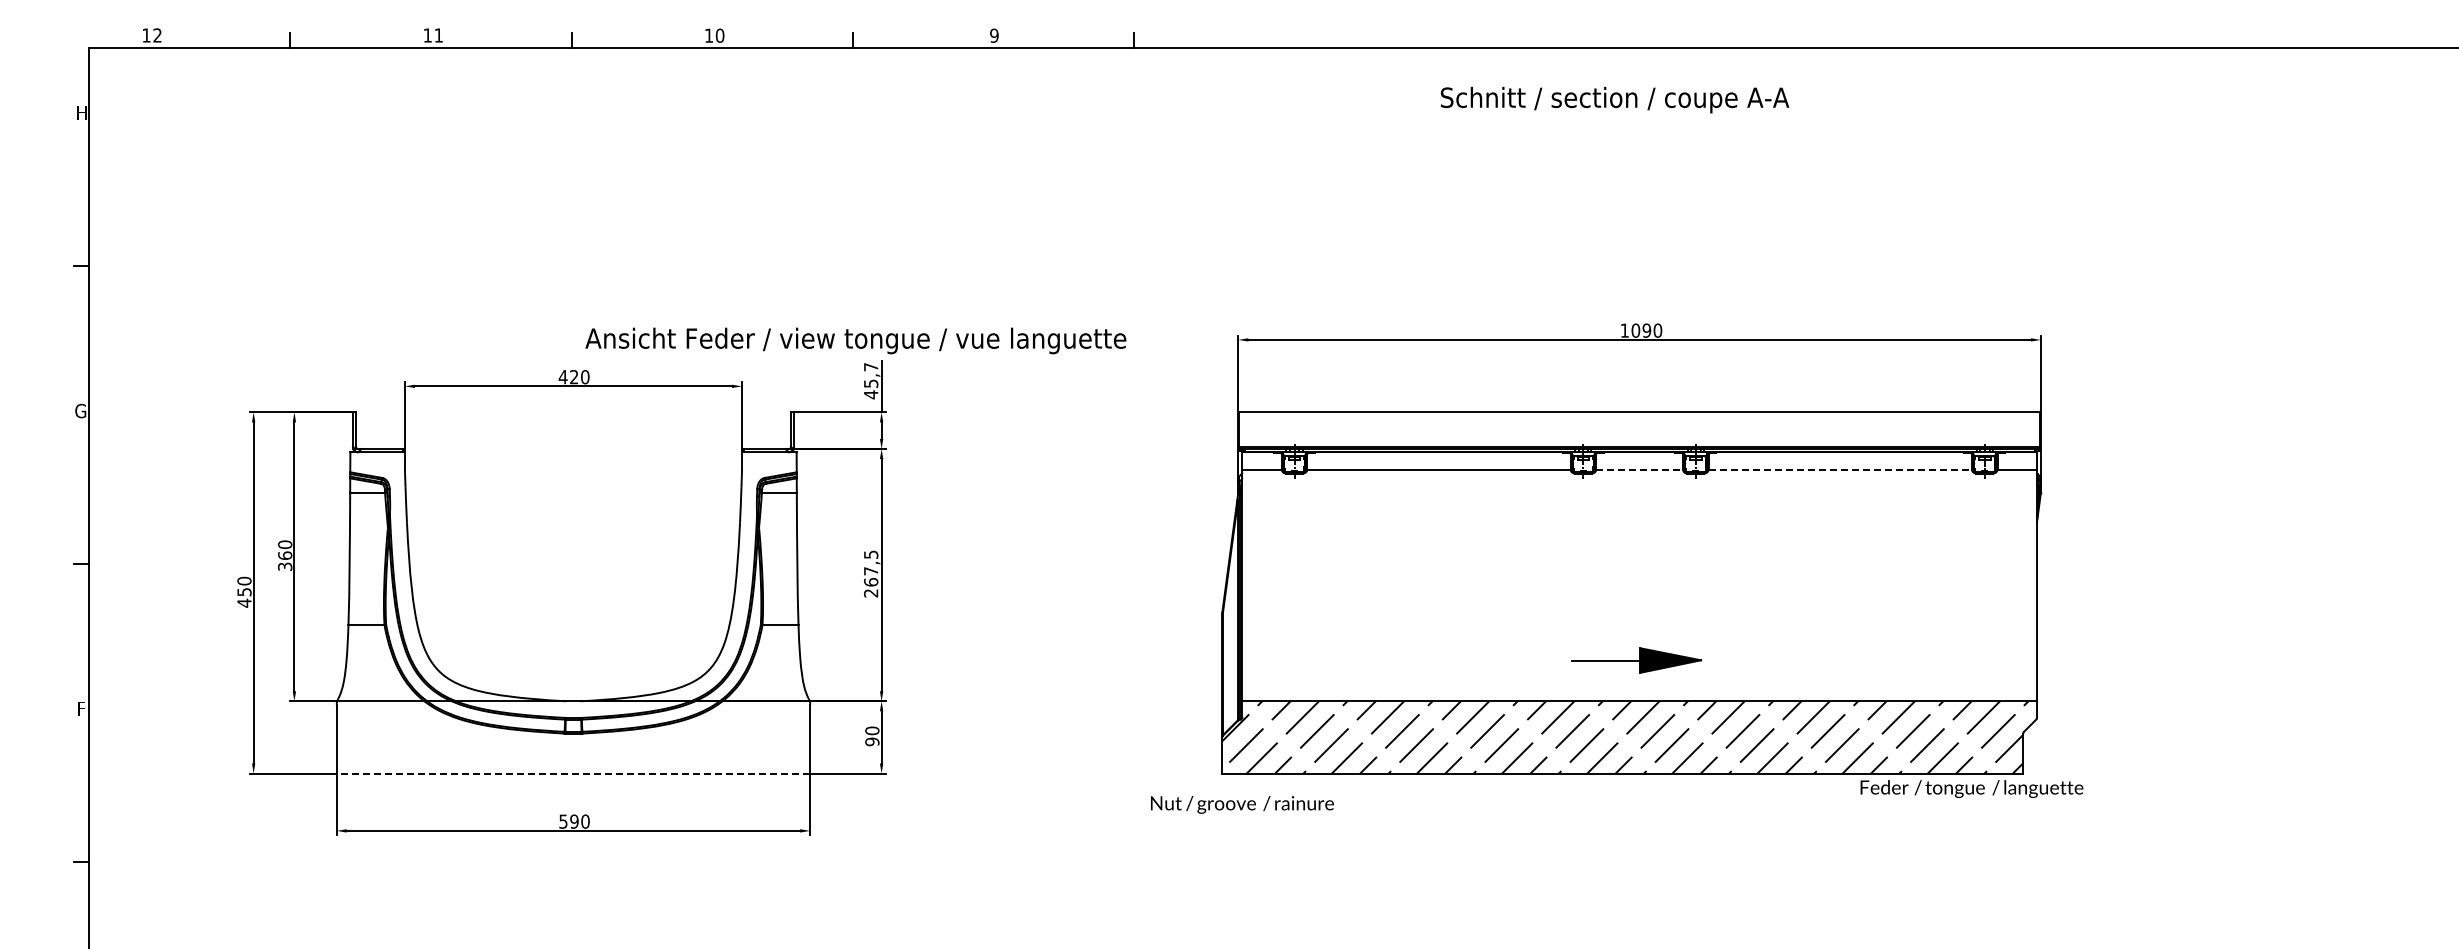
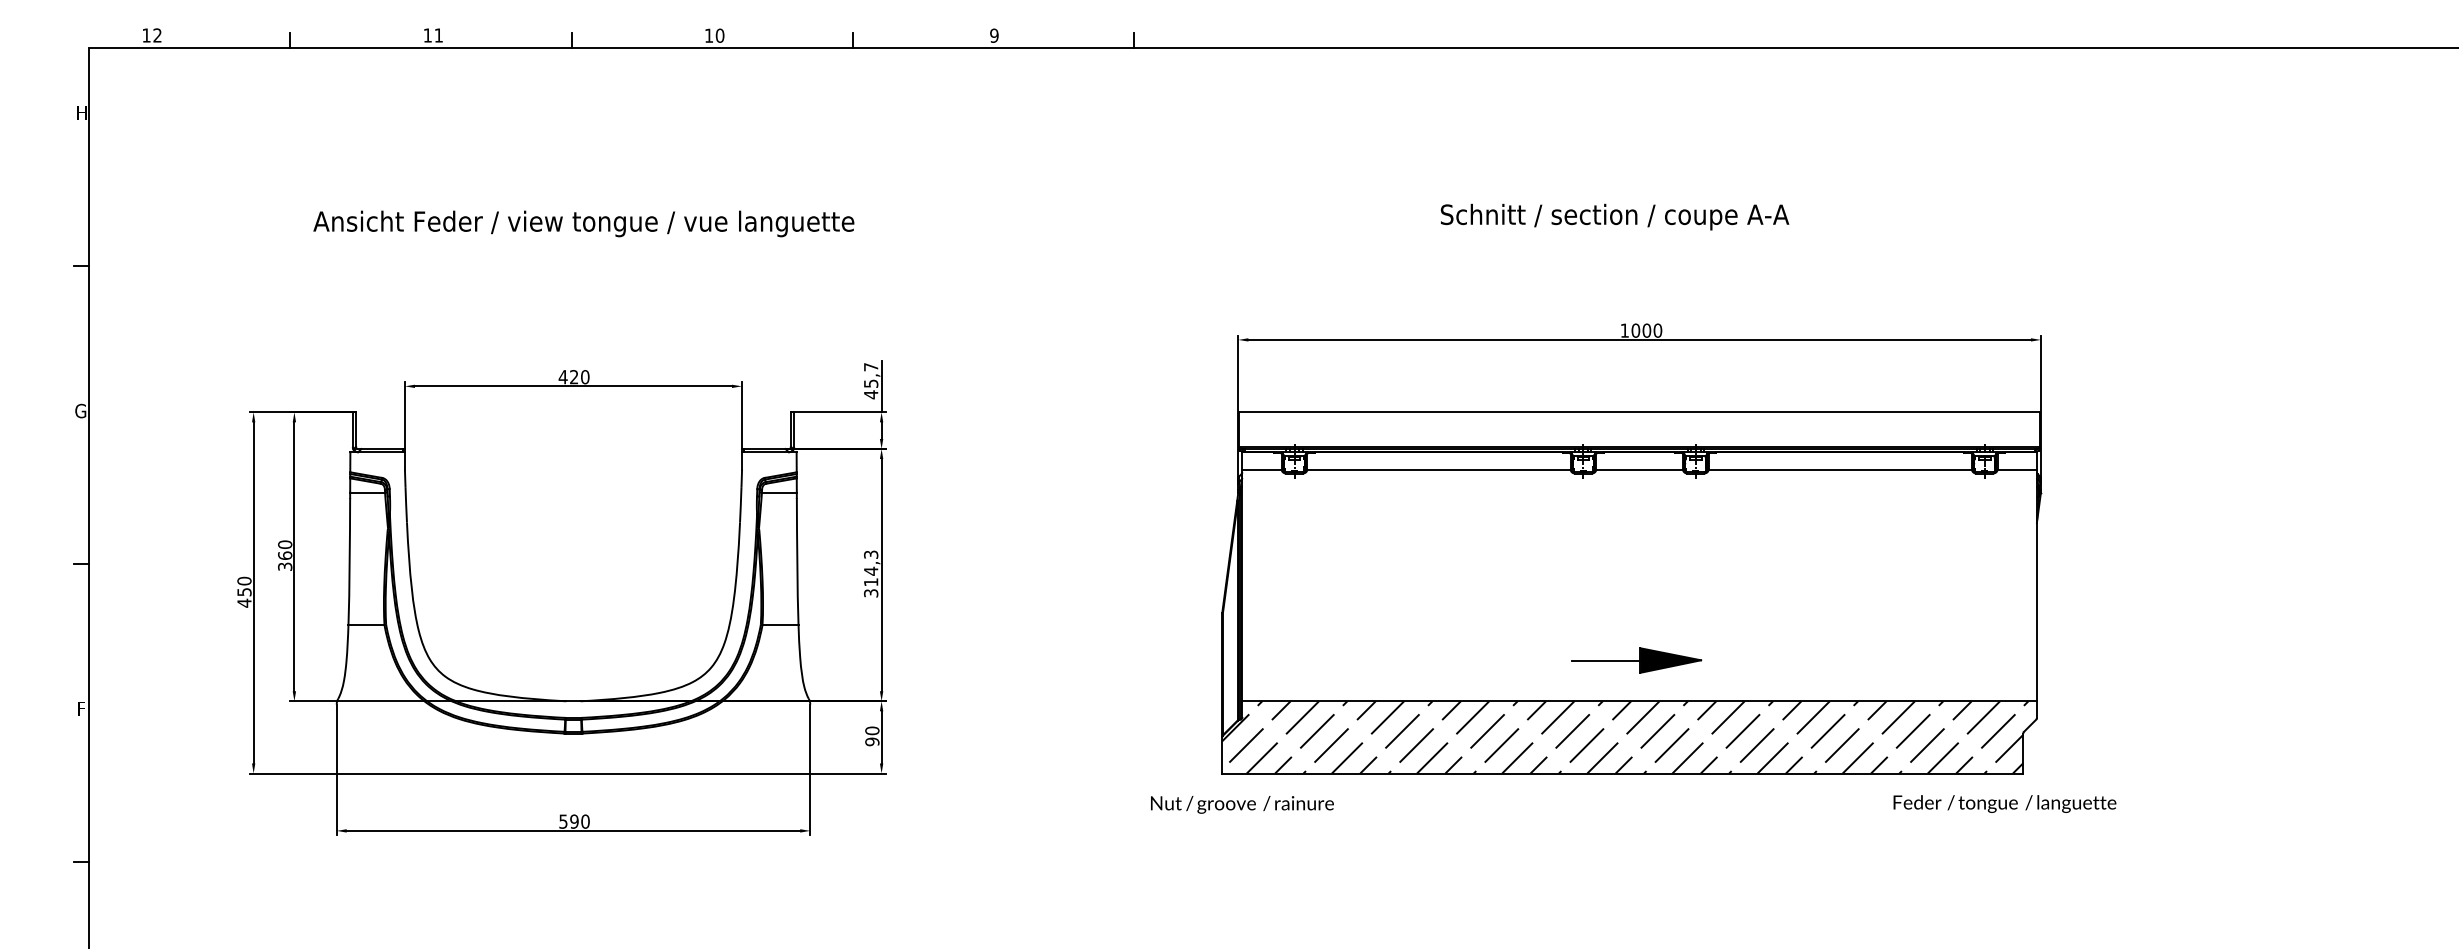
text at (1614, 99) position: (1614, 99) -> (1614, 216)
text at (1646, 330): 1090 -> 1000
text at (855, 340) position: (855, 340) -> (583, 223)
line at (1640, 469): dashed -> solid
line at (1840, 469): dashed -> solid
text at (871, 573): 267,5 -> 314,3
line at (573, 773): dashed -> solid
text at (1971, 788) position: (1971, 788) -> (2004, 803)
